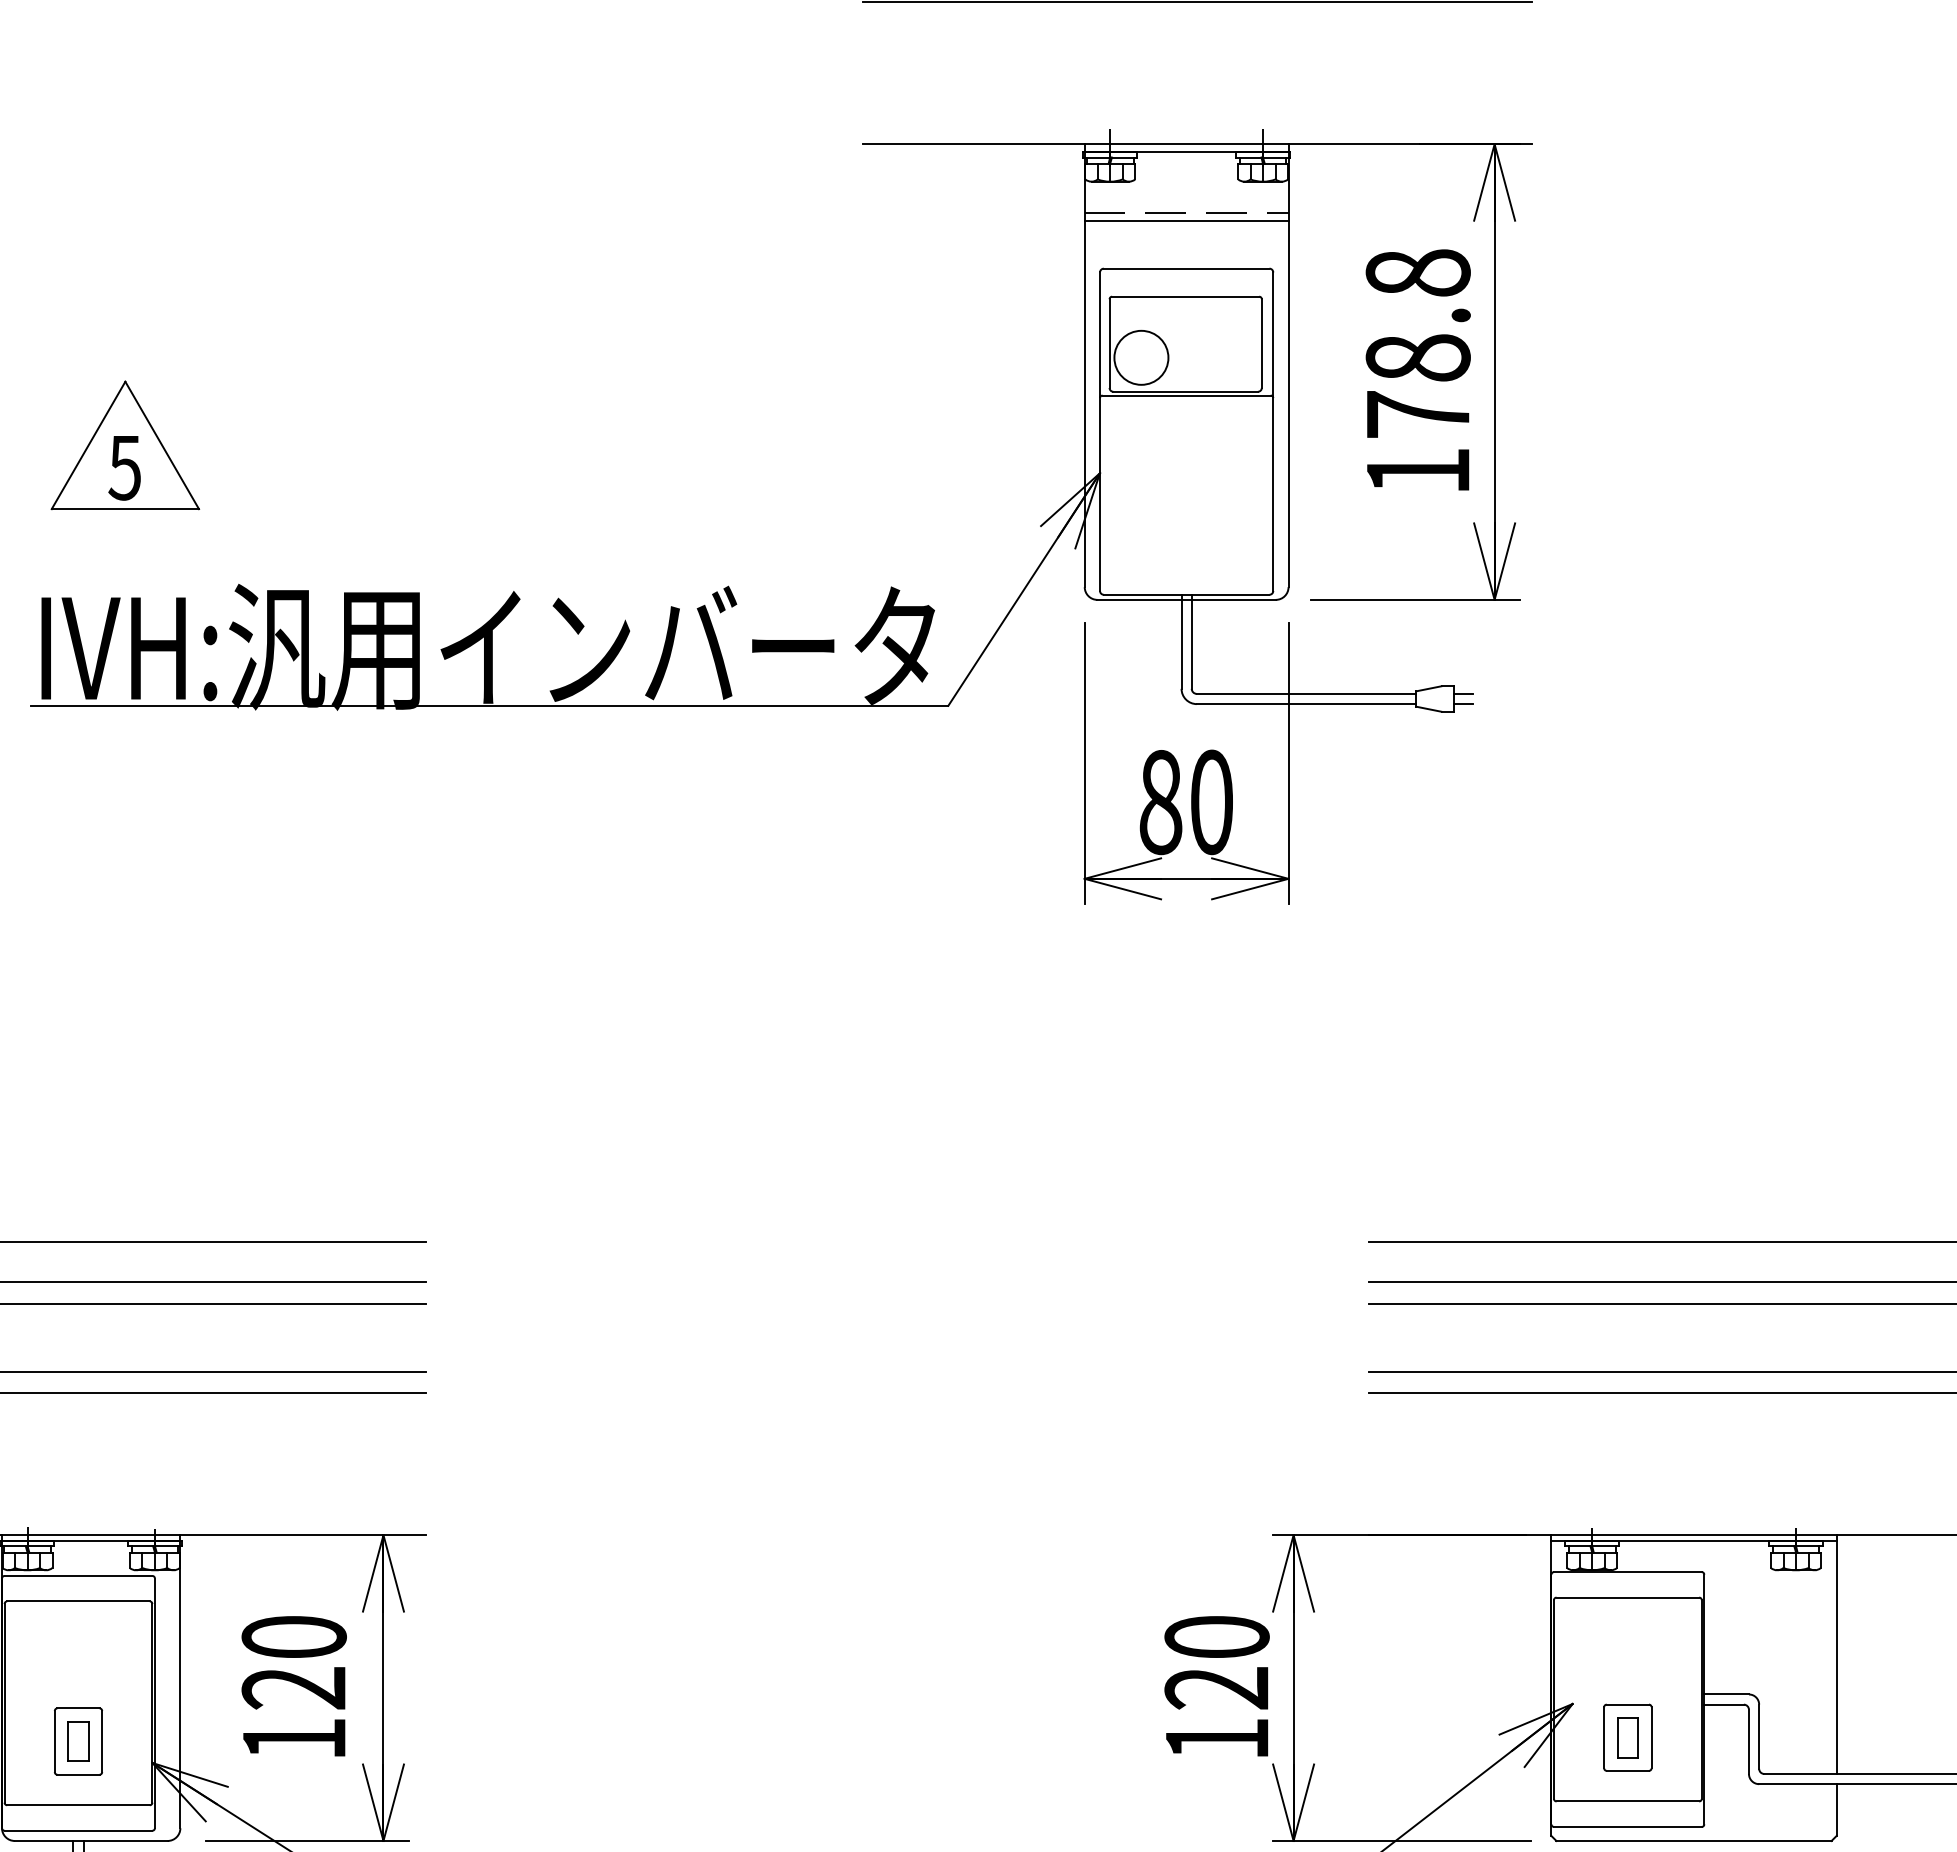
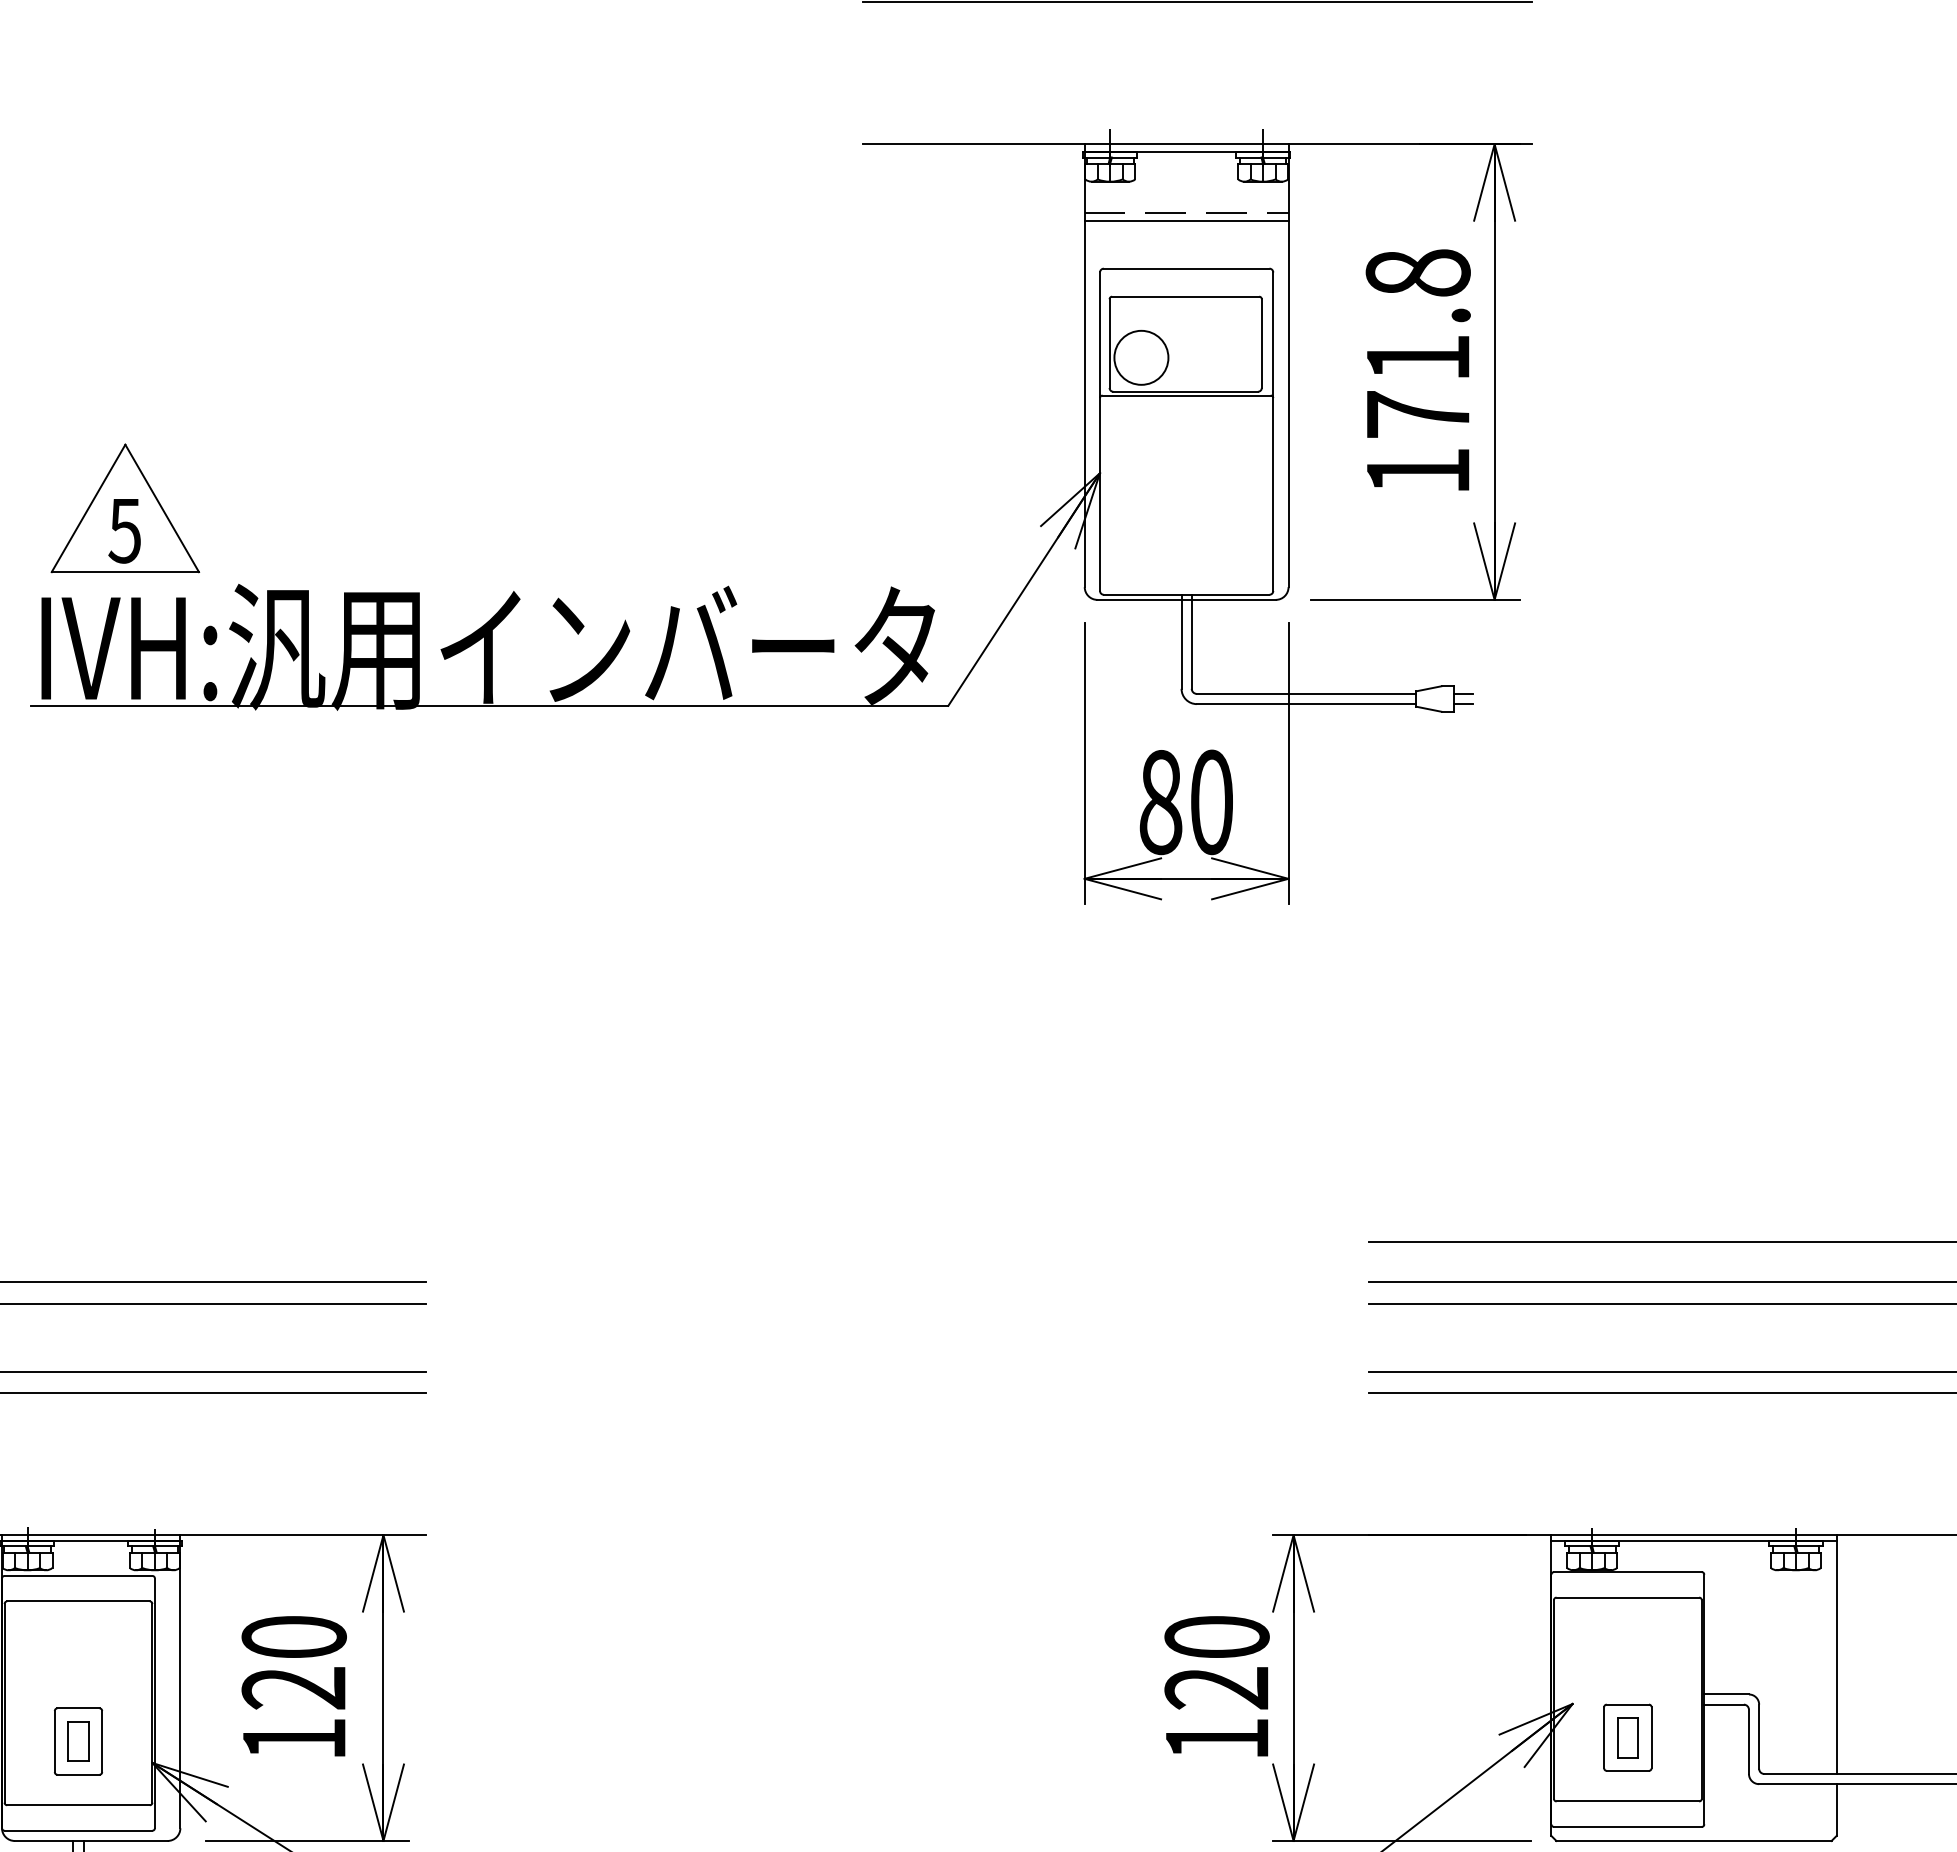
text at (1417, 357): 178.8 -> 171.8
part at (125, 445) position: (125, 445) -> (125, 508)
line at (214, 1242): present -> none
